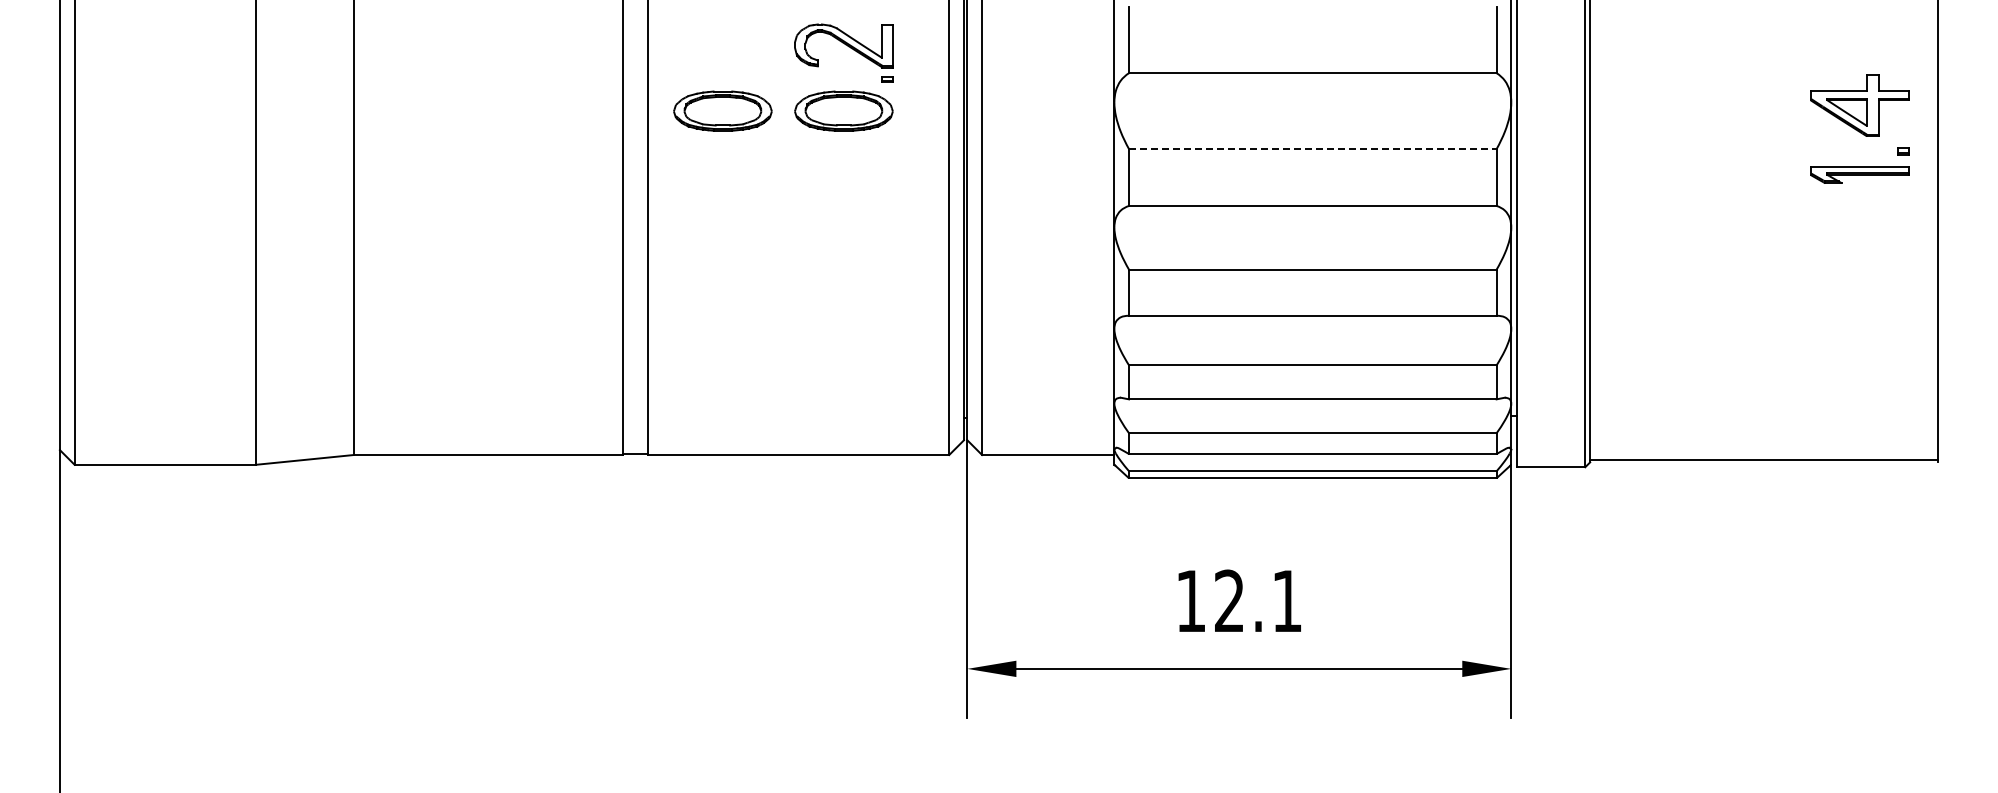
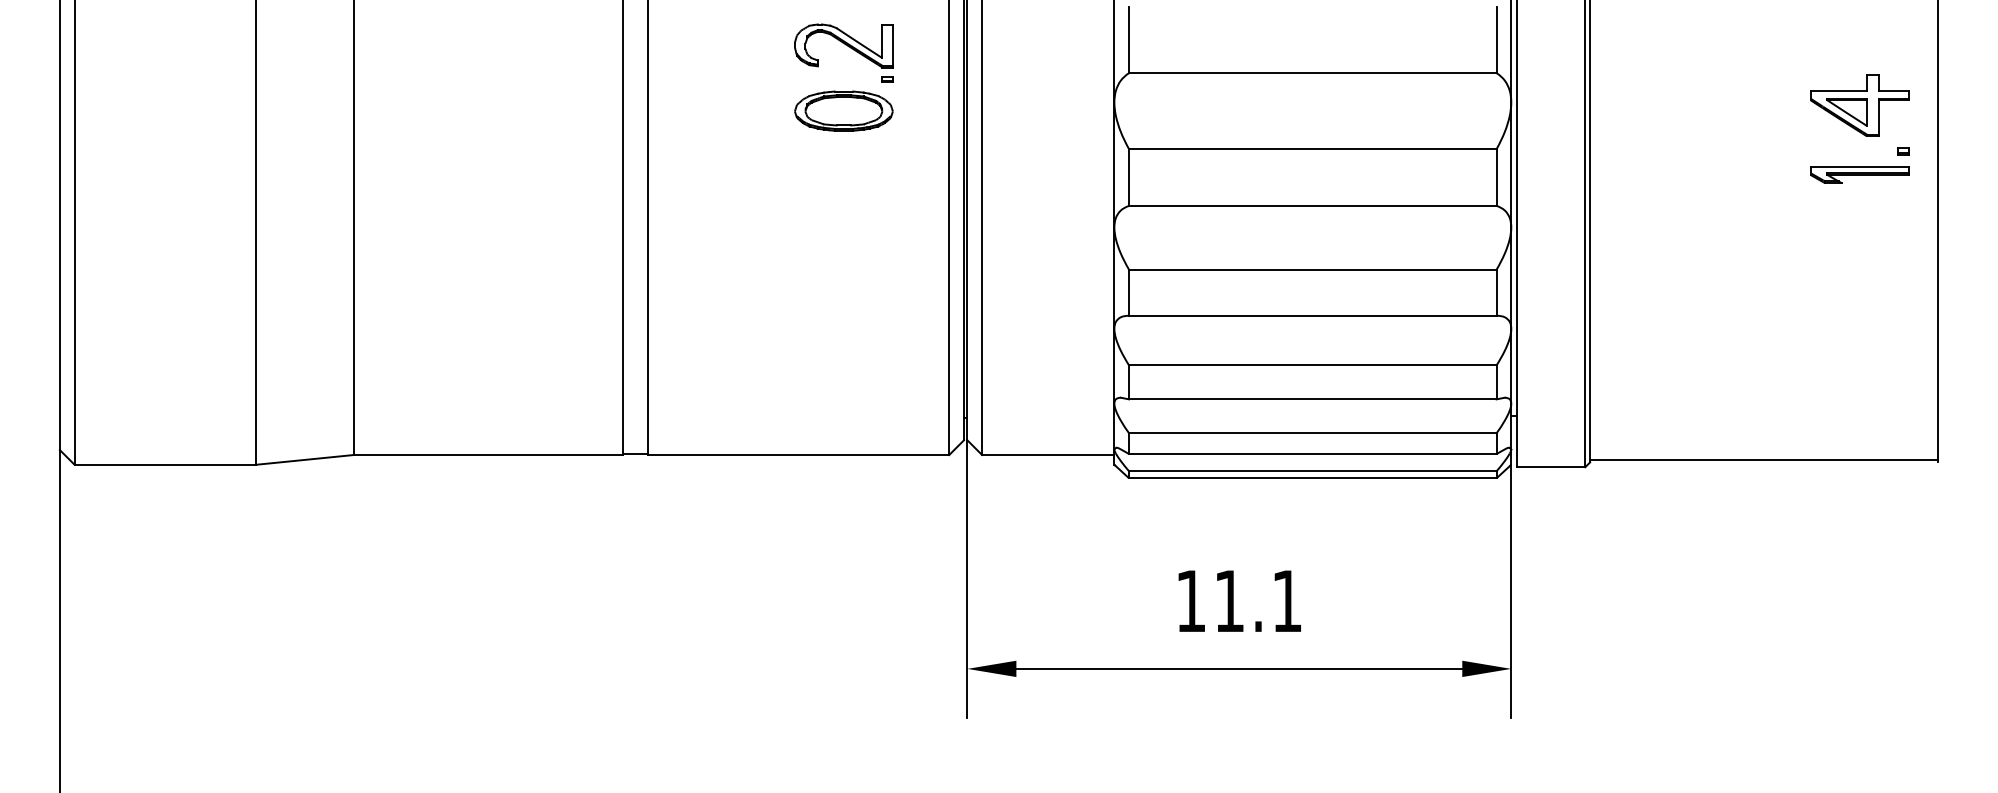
part at (722, 110): present -> none
line at (1312, 149): dashed -> solid
text at (1229, 600): 12.1 -> 11.1
